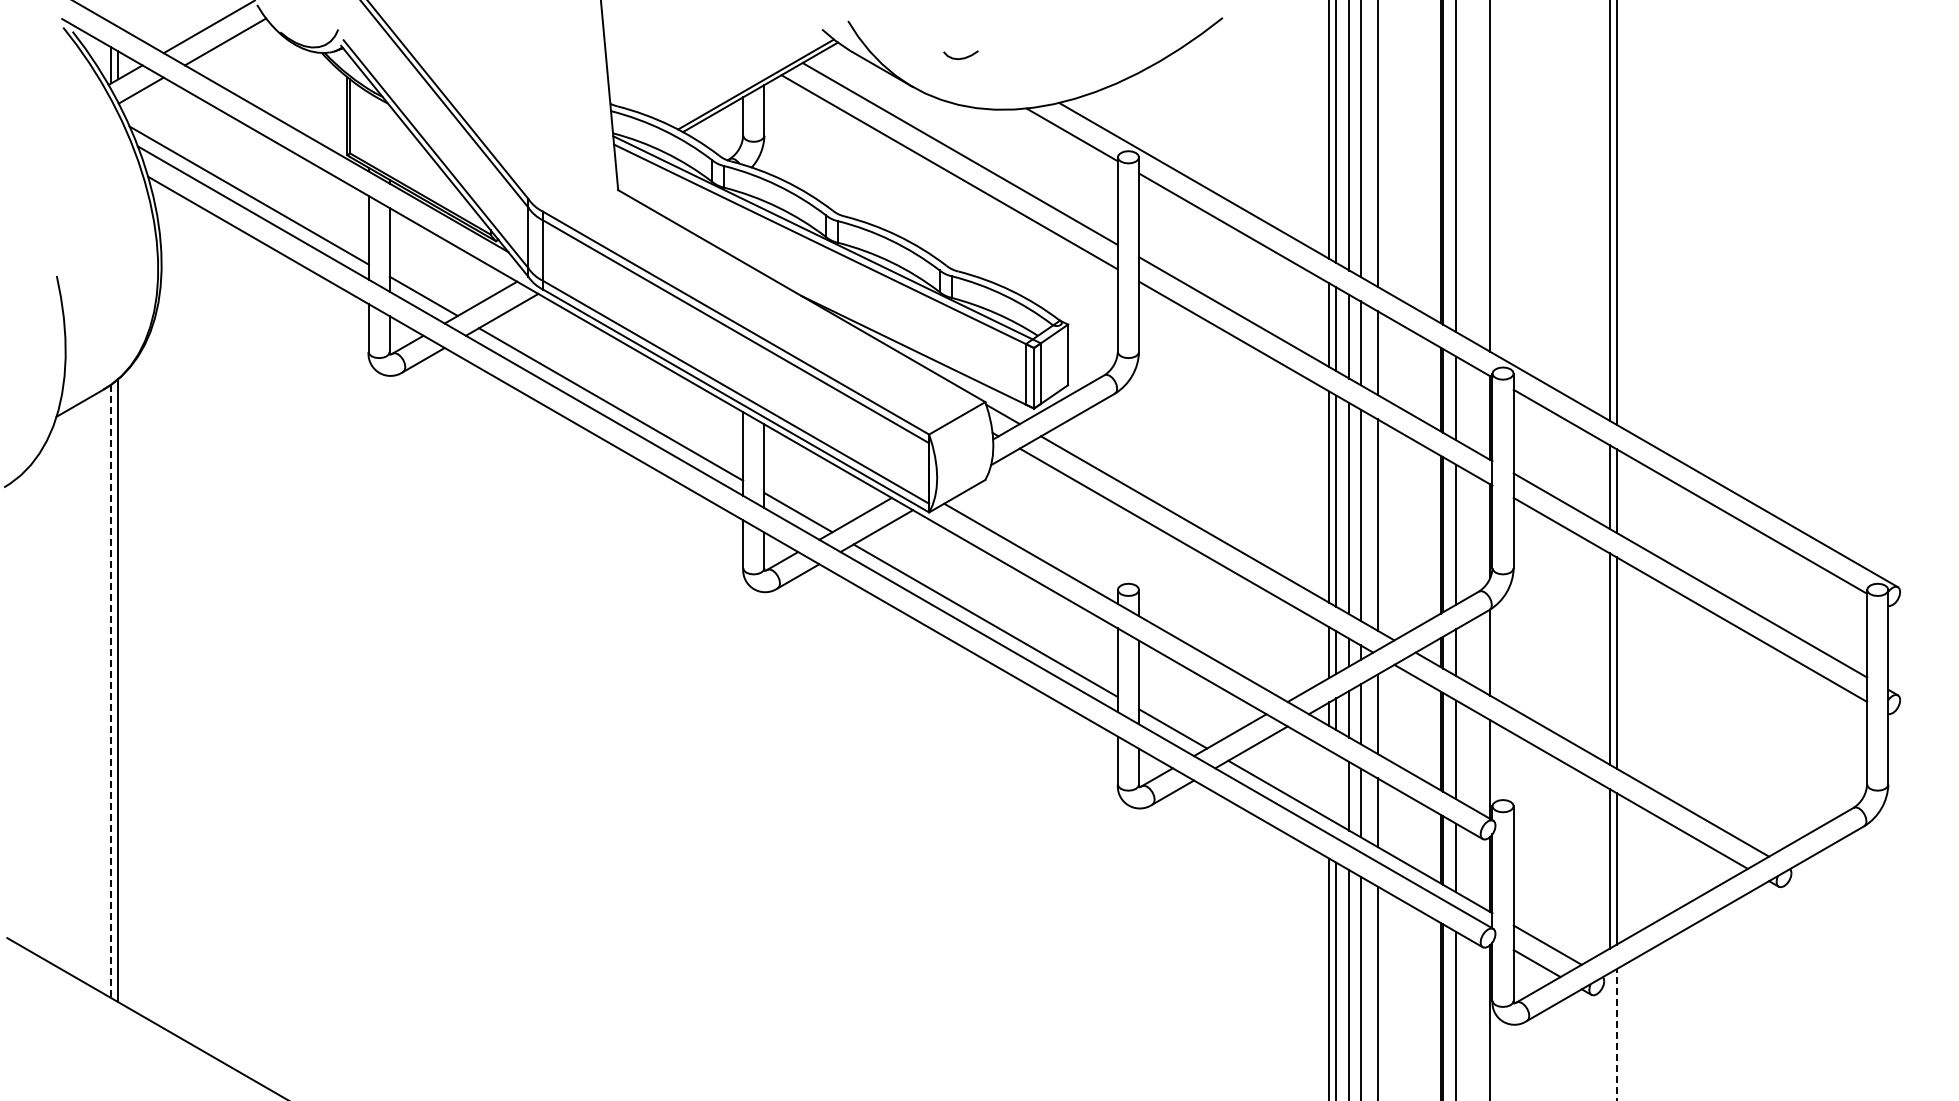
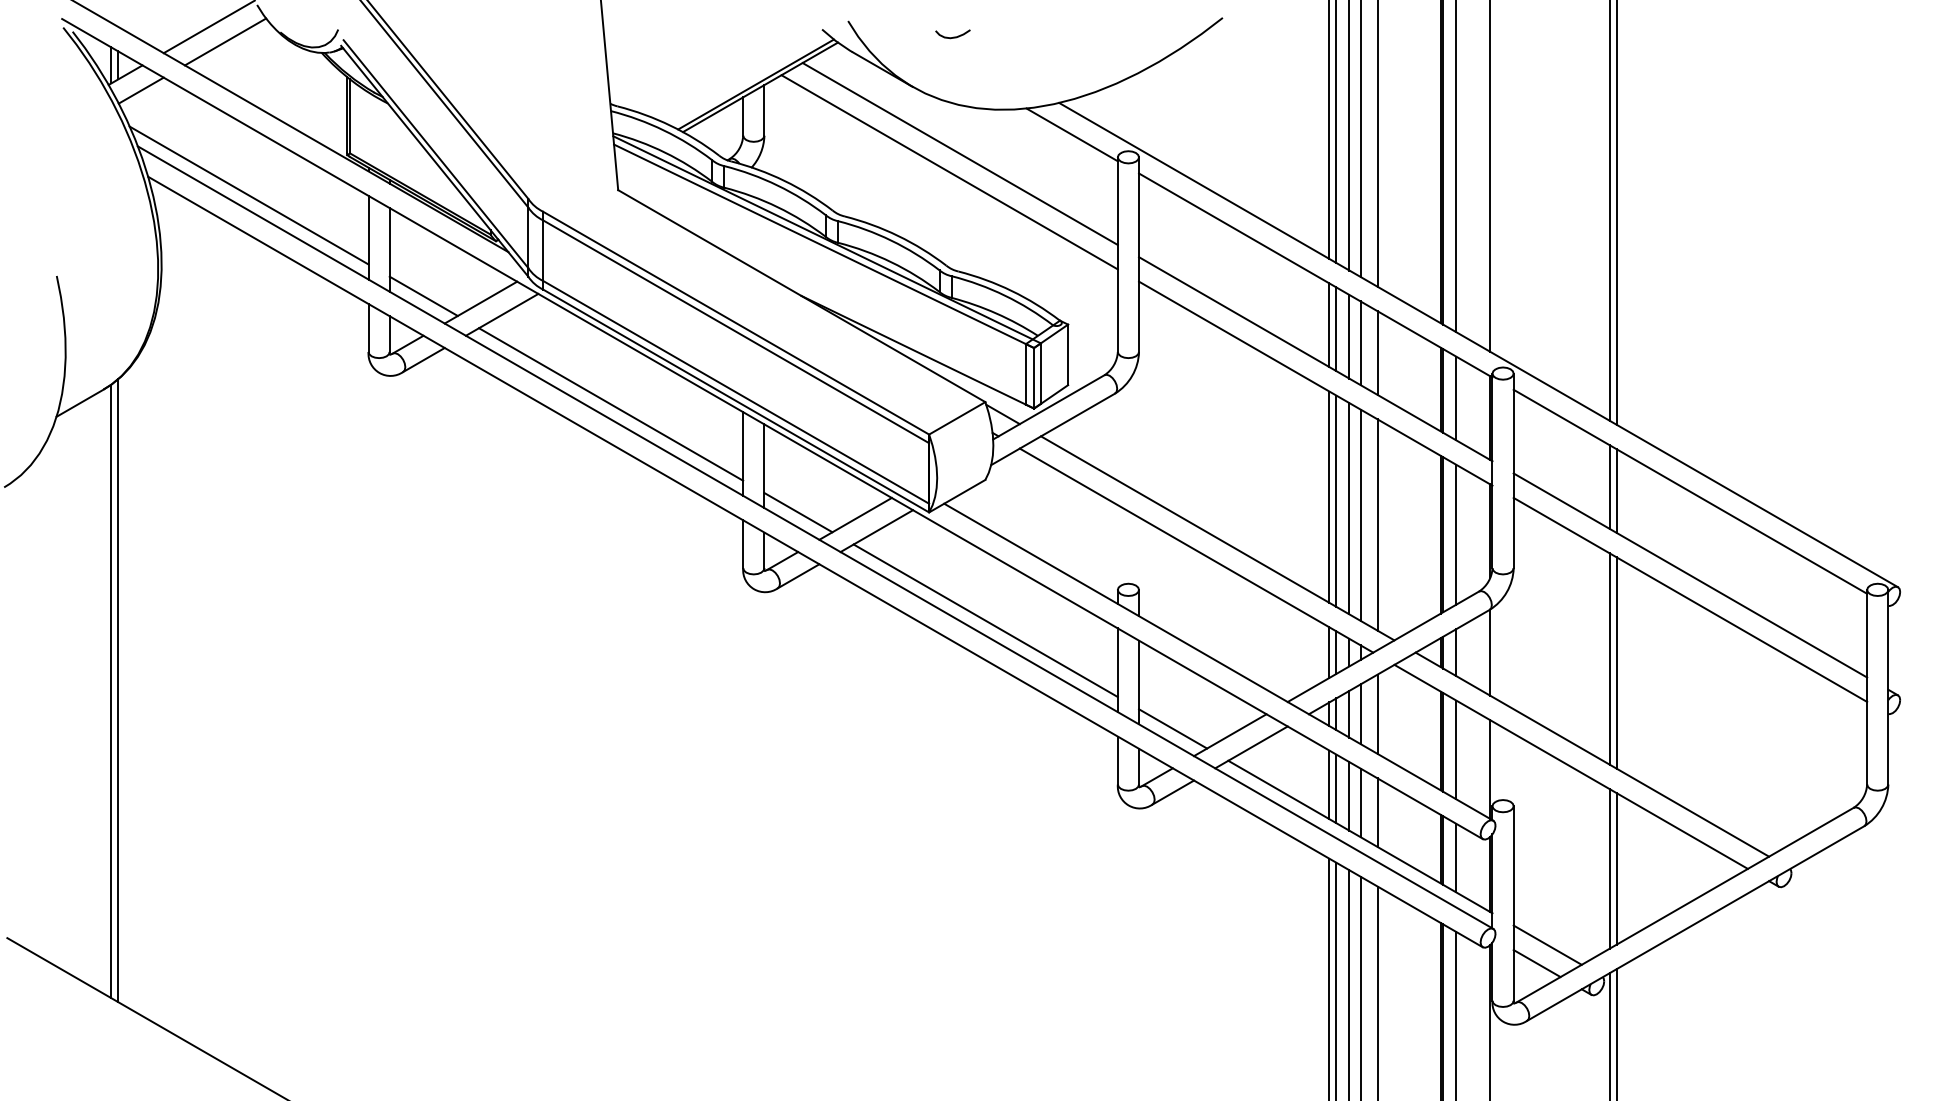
curve at (961, 57) position: (961, 57) -> (953, 36)
line at (111, 691): dashed -> solid
line at (1329, 784): none -> present
line at (1336, 788): none -> present
line at (1616, 1034): dashed -> solid
line at (1609, 1035): none -> present
